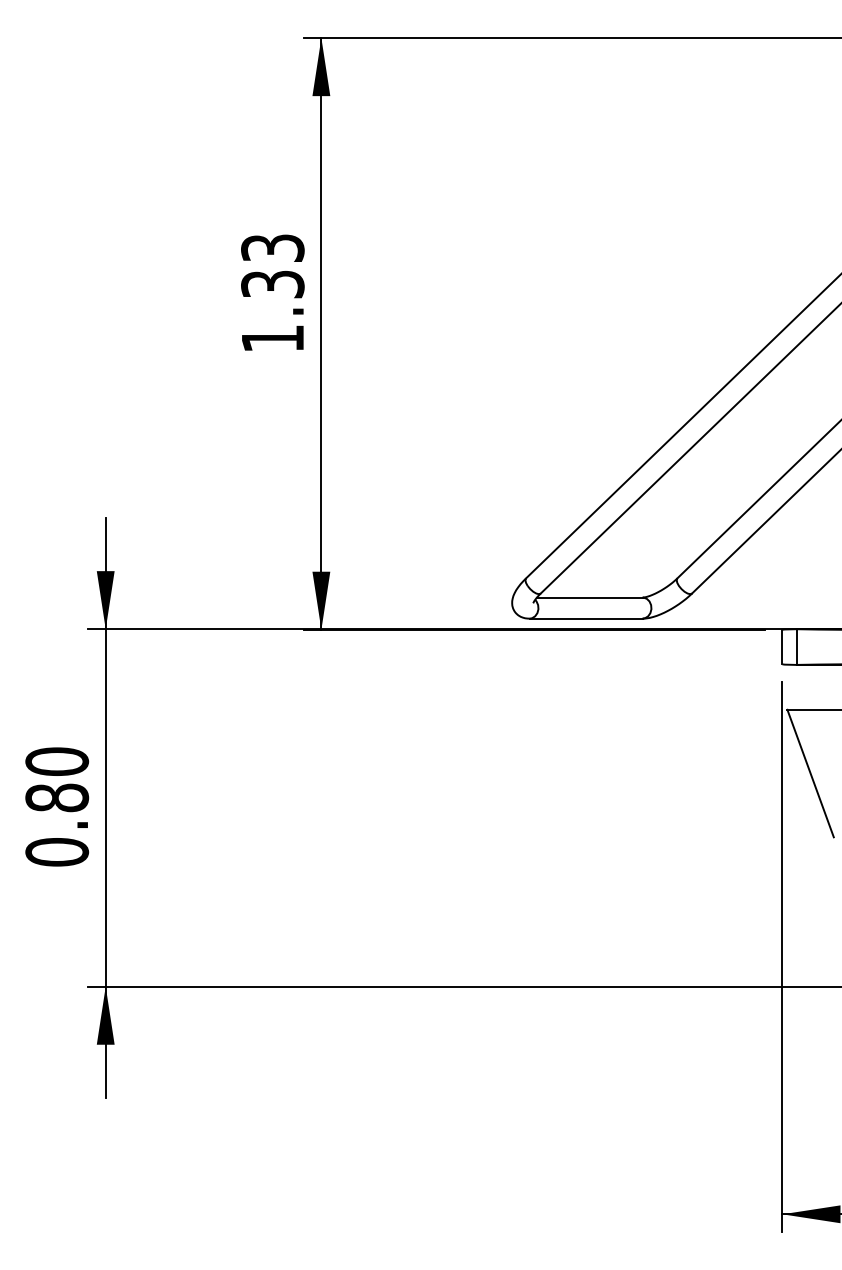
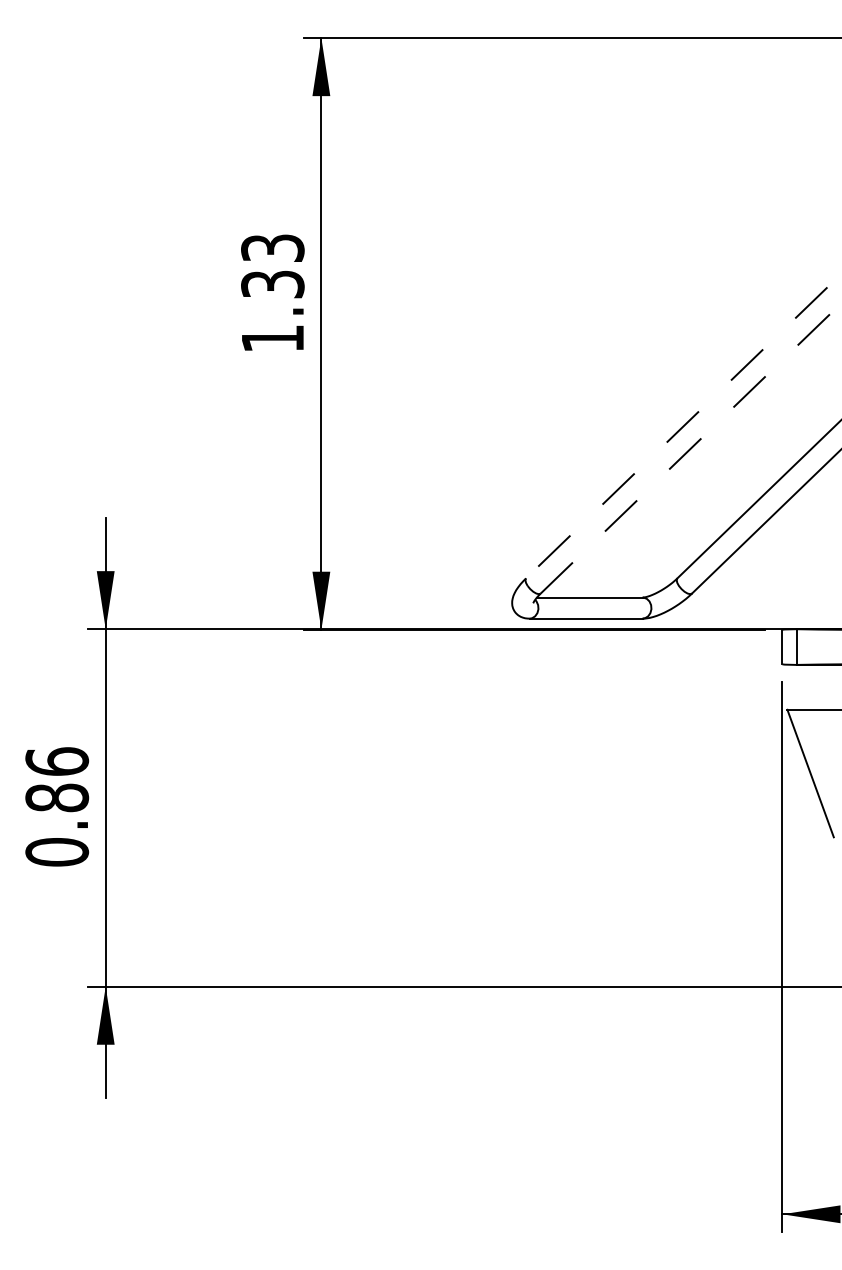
line at (683, 426): solid -> dashed
line at (691, 447): solid -> dashed
text at (56, 761): 0.80 -> 0.86
